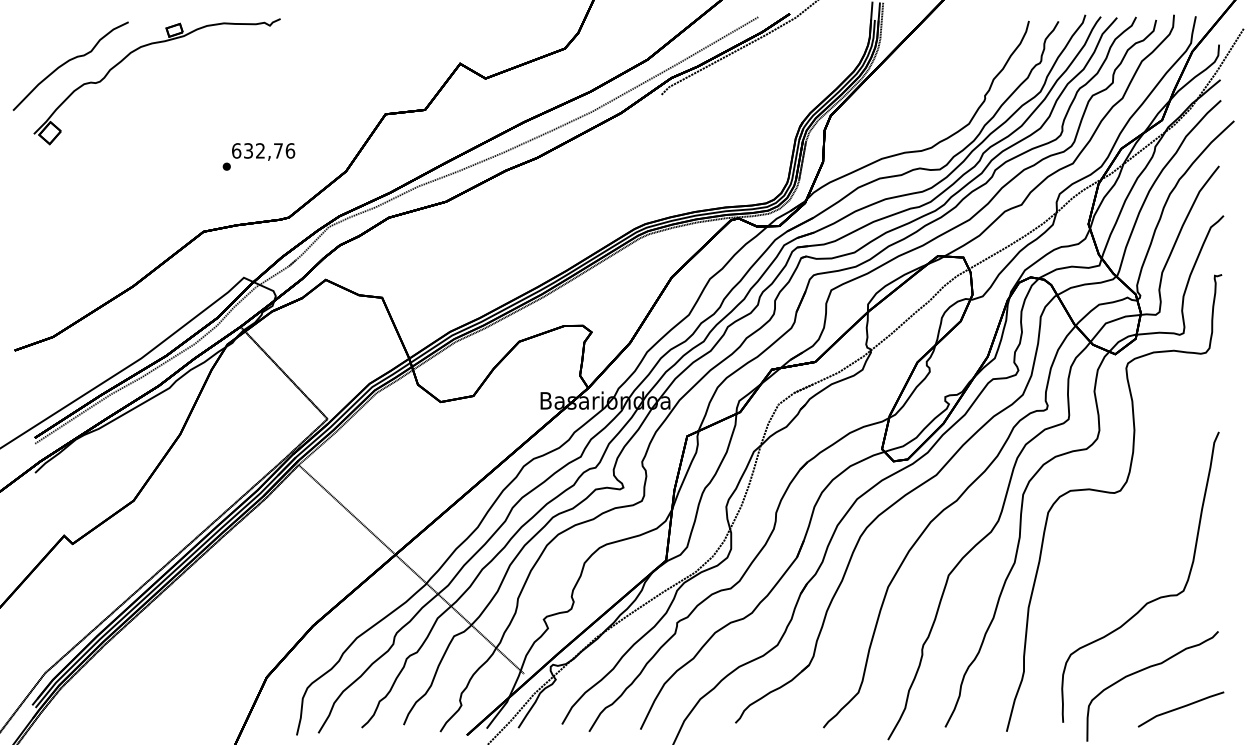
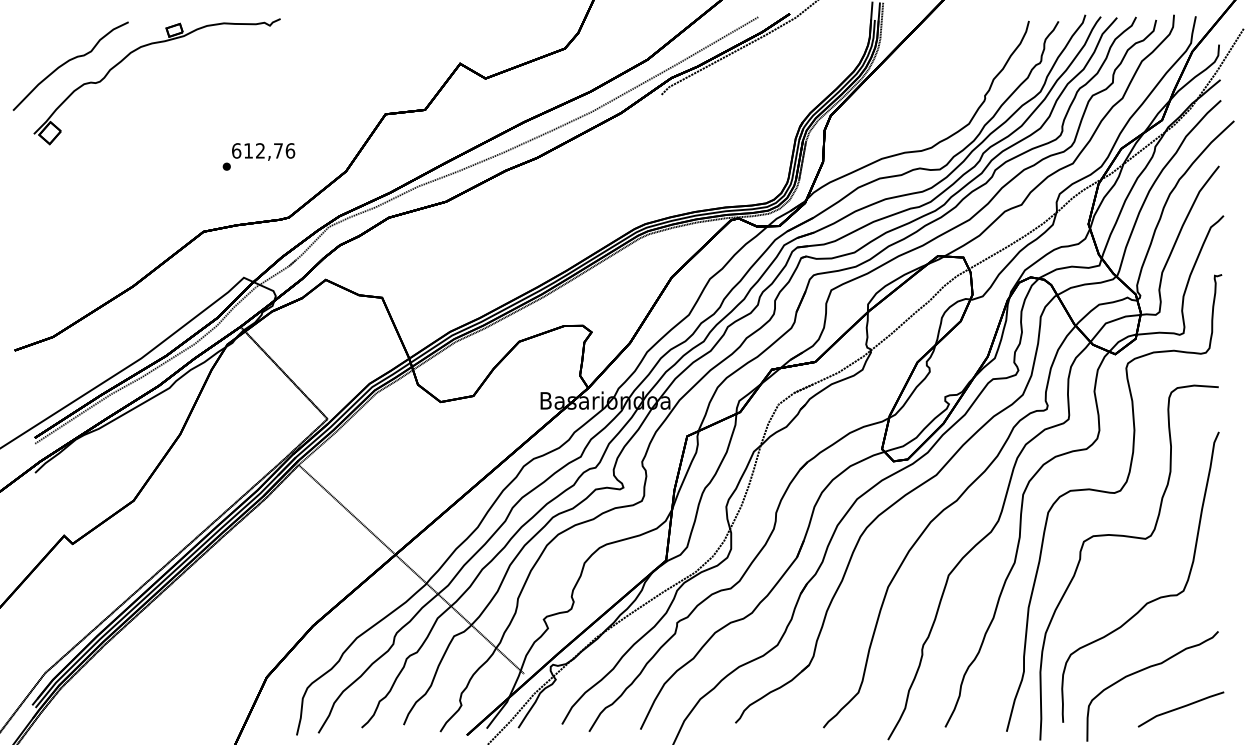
text at (248, 150): 632,76 -> 612,76
part at (1132, 538): none -> present
